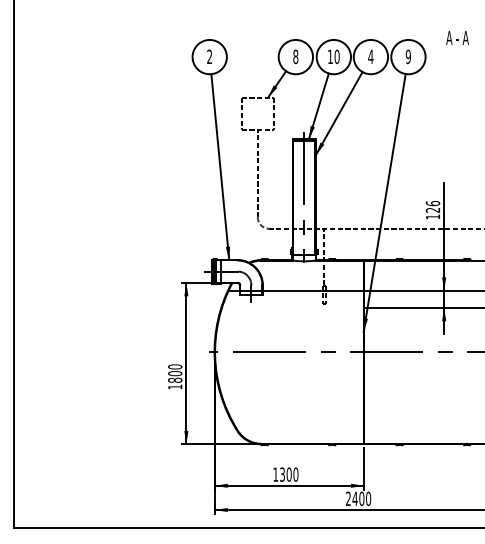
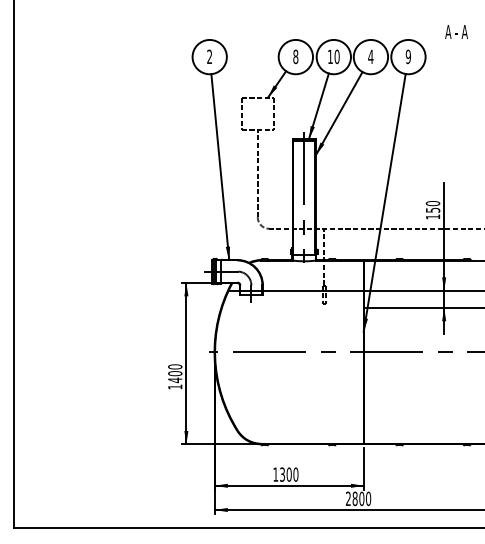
text at (457, 37) position: (457, 37) -> (456, 31)
text at (432, 206): 126 -> 150
text at (175, 380): 1800 -> 1400
text at (354, 498): 2400 -> 2800
